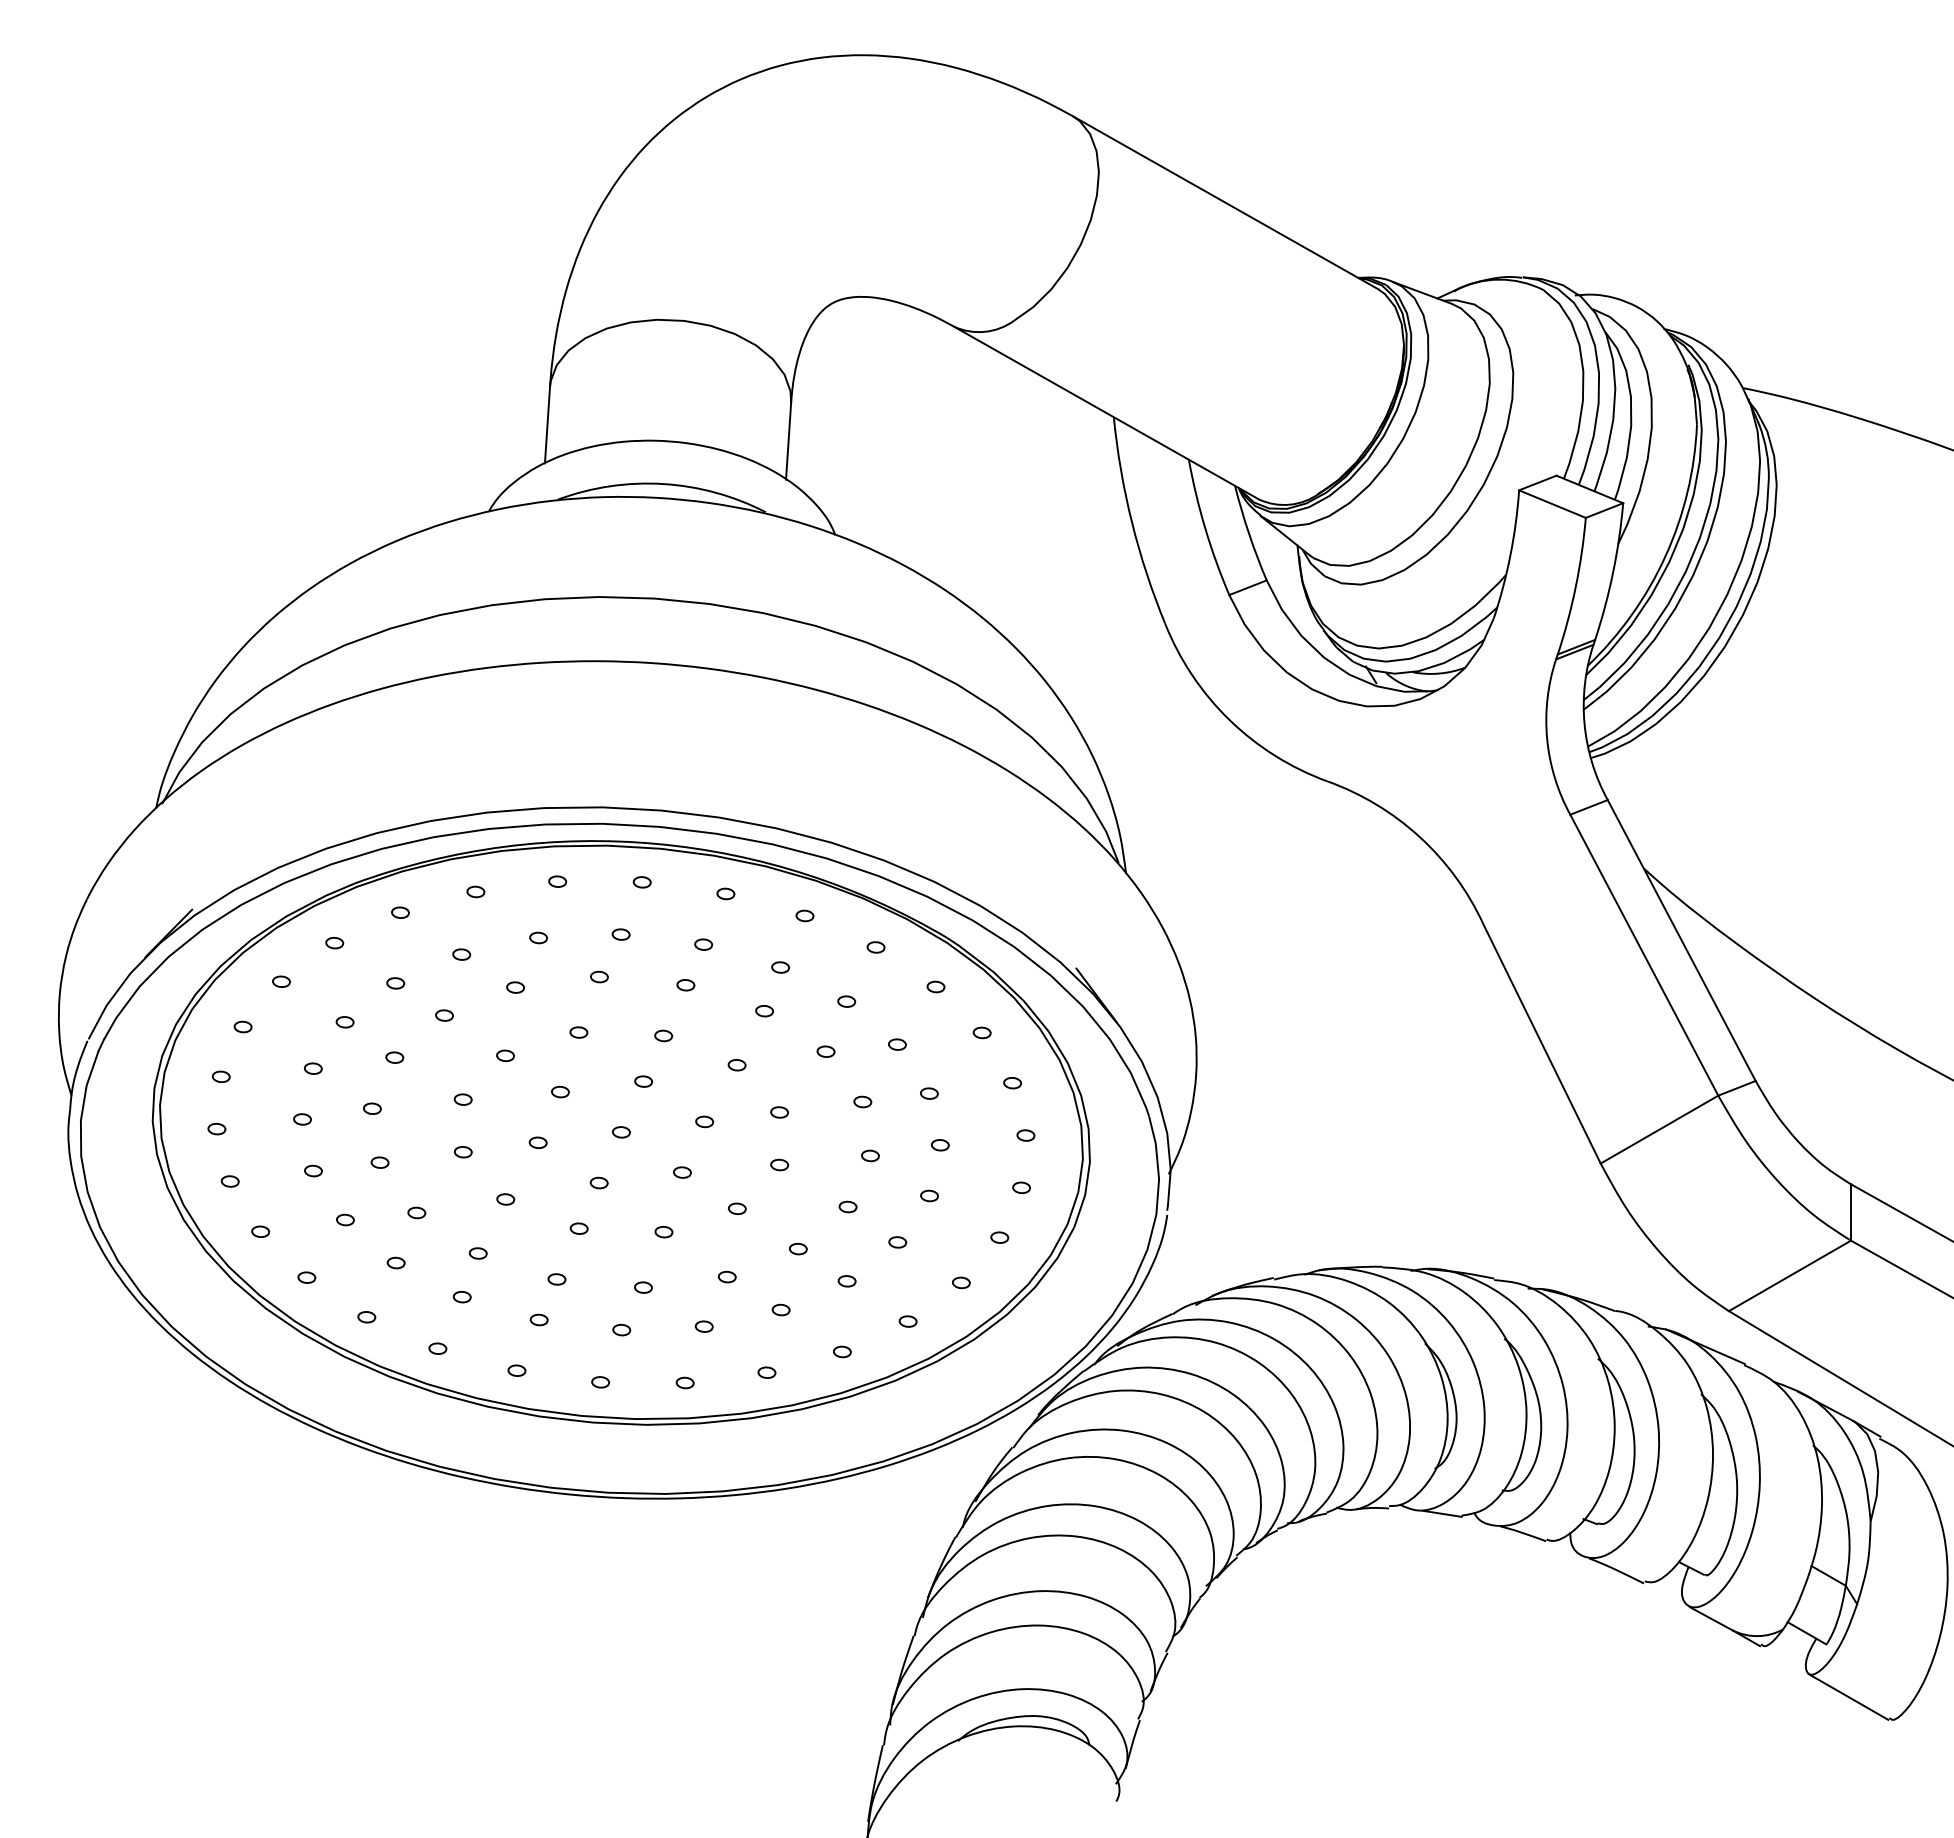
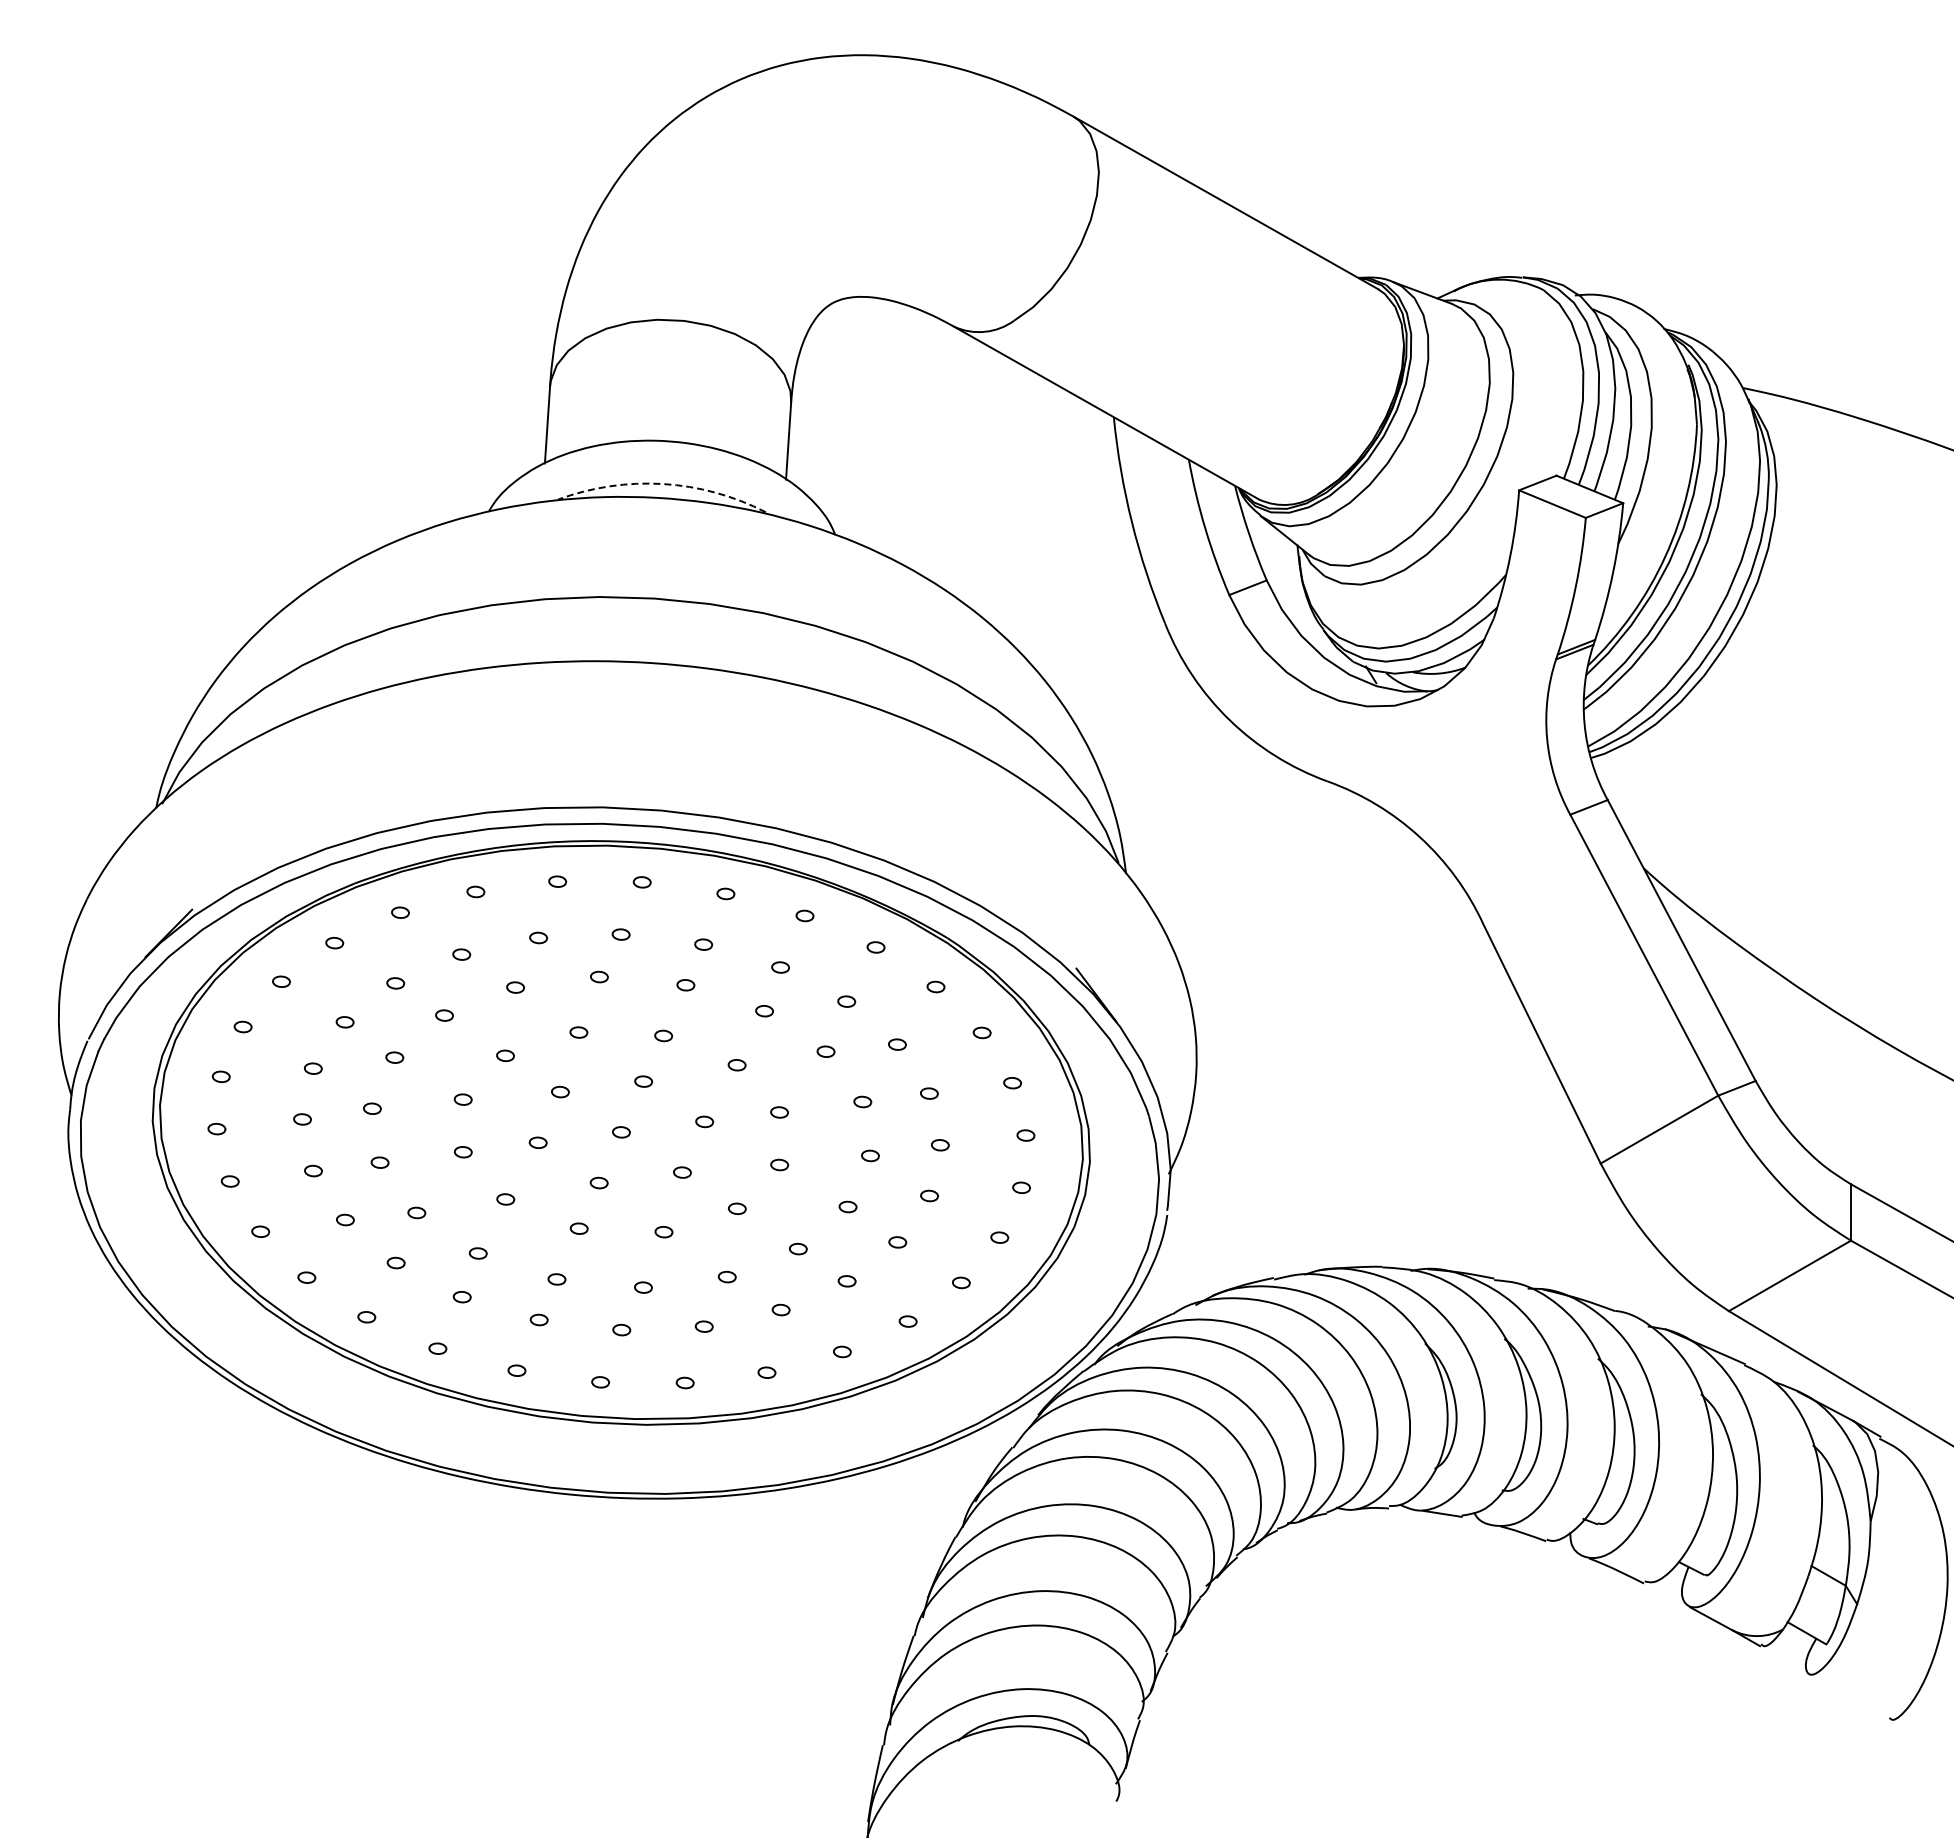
arc at (663, 484): solid -> dashed
line at (1848, 1696): present -> none
